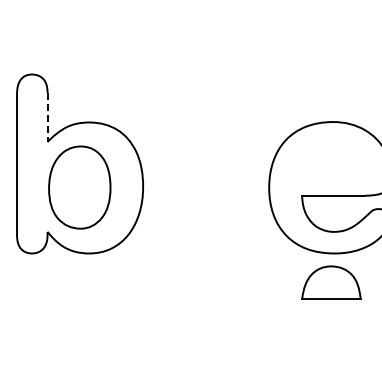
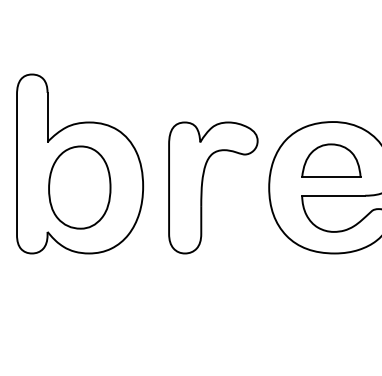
line at (47, 117): dashed -> solid
part at (202, 187): none -> present
part at (331, 282) position: (331, 282) -> (331, 160)
